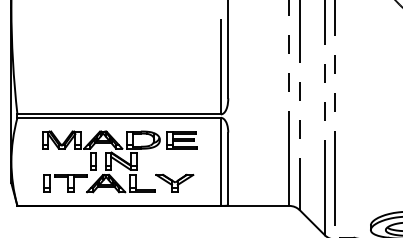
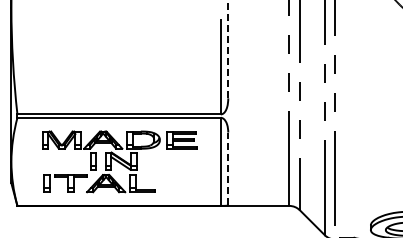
line at (228, 49): solid -> dashed
line at (228, 168): solid -> dashed
part at (174, 182): present -> none
